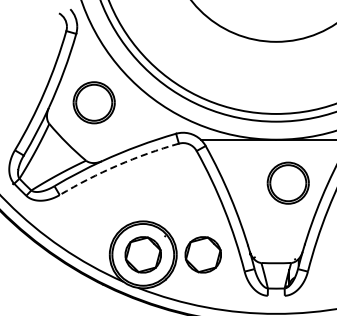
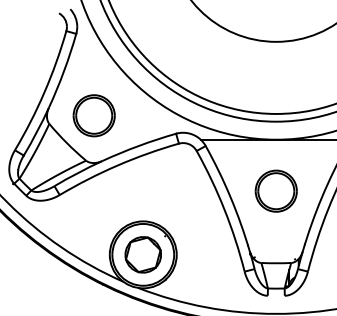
part at (93, 102) position: (93, 102) -> (93, 115)
arc at (117, 165): dashed -> solid
part at (287, 182) position: (287, 182) -> (275, 190)
part at (202, 254): present -> none
